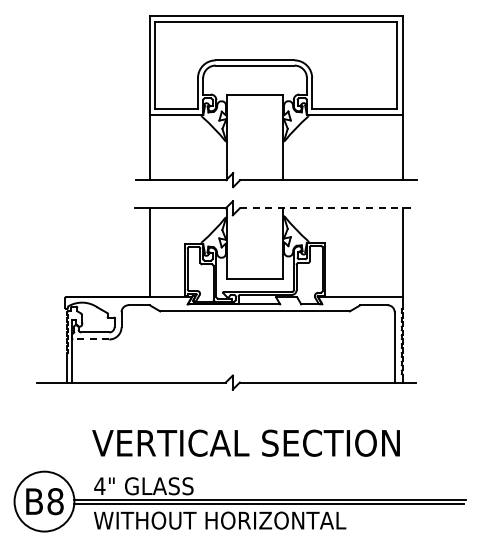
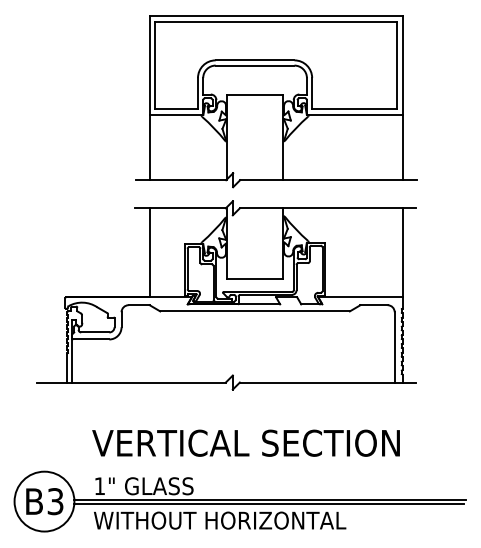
line at (328, 208): dashed -> solid
line at (90, 339): dashed -> solid
text at (99, 485): 4" -> 1"
text at (55, 501): B8 -> B3
